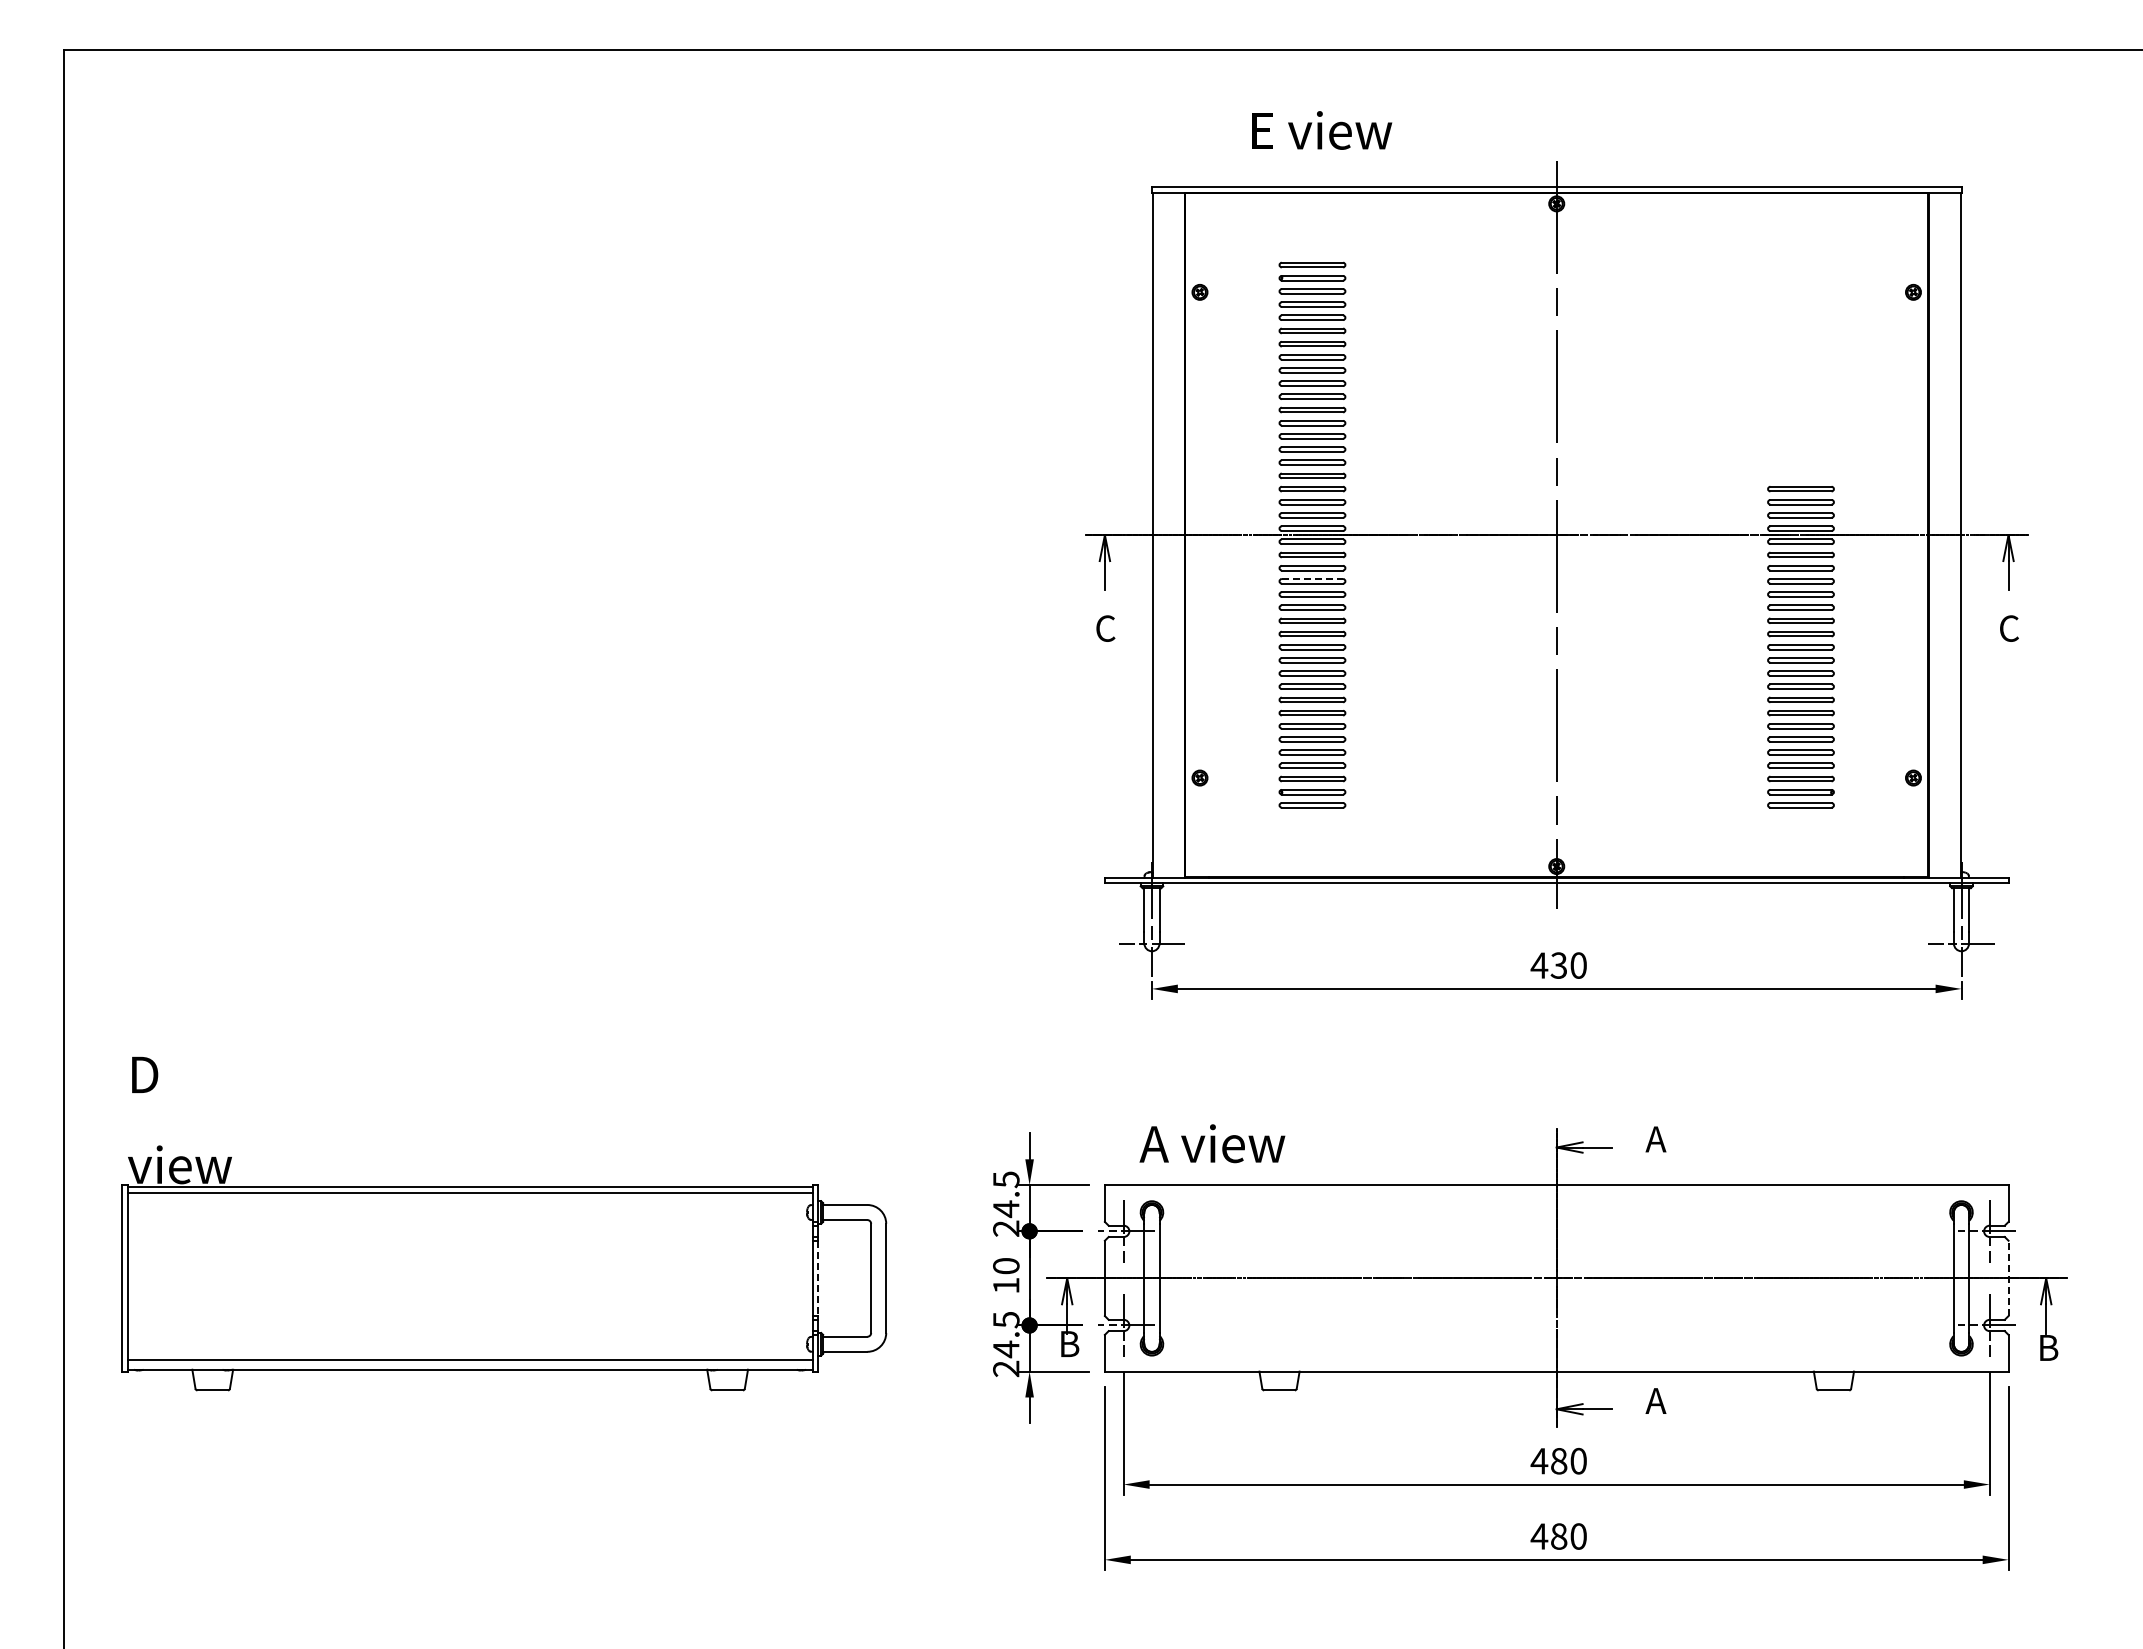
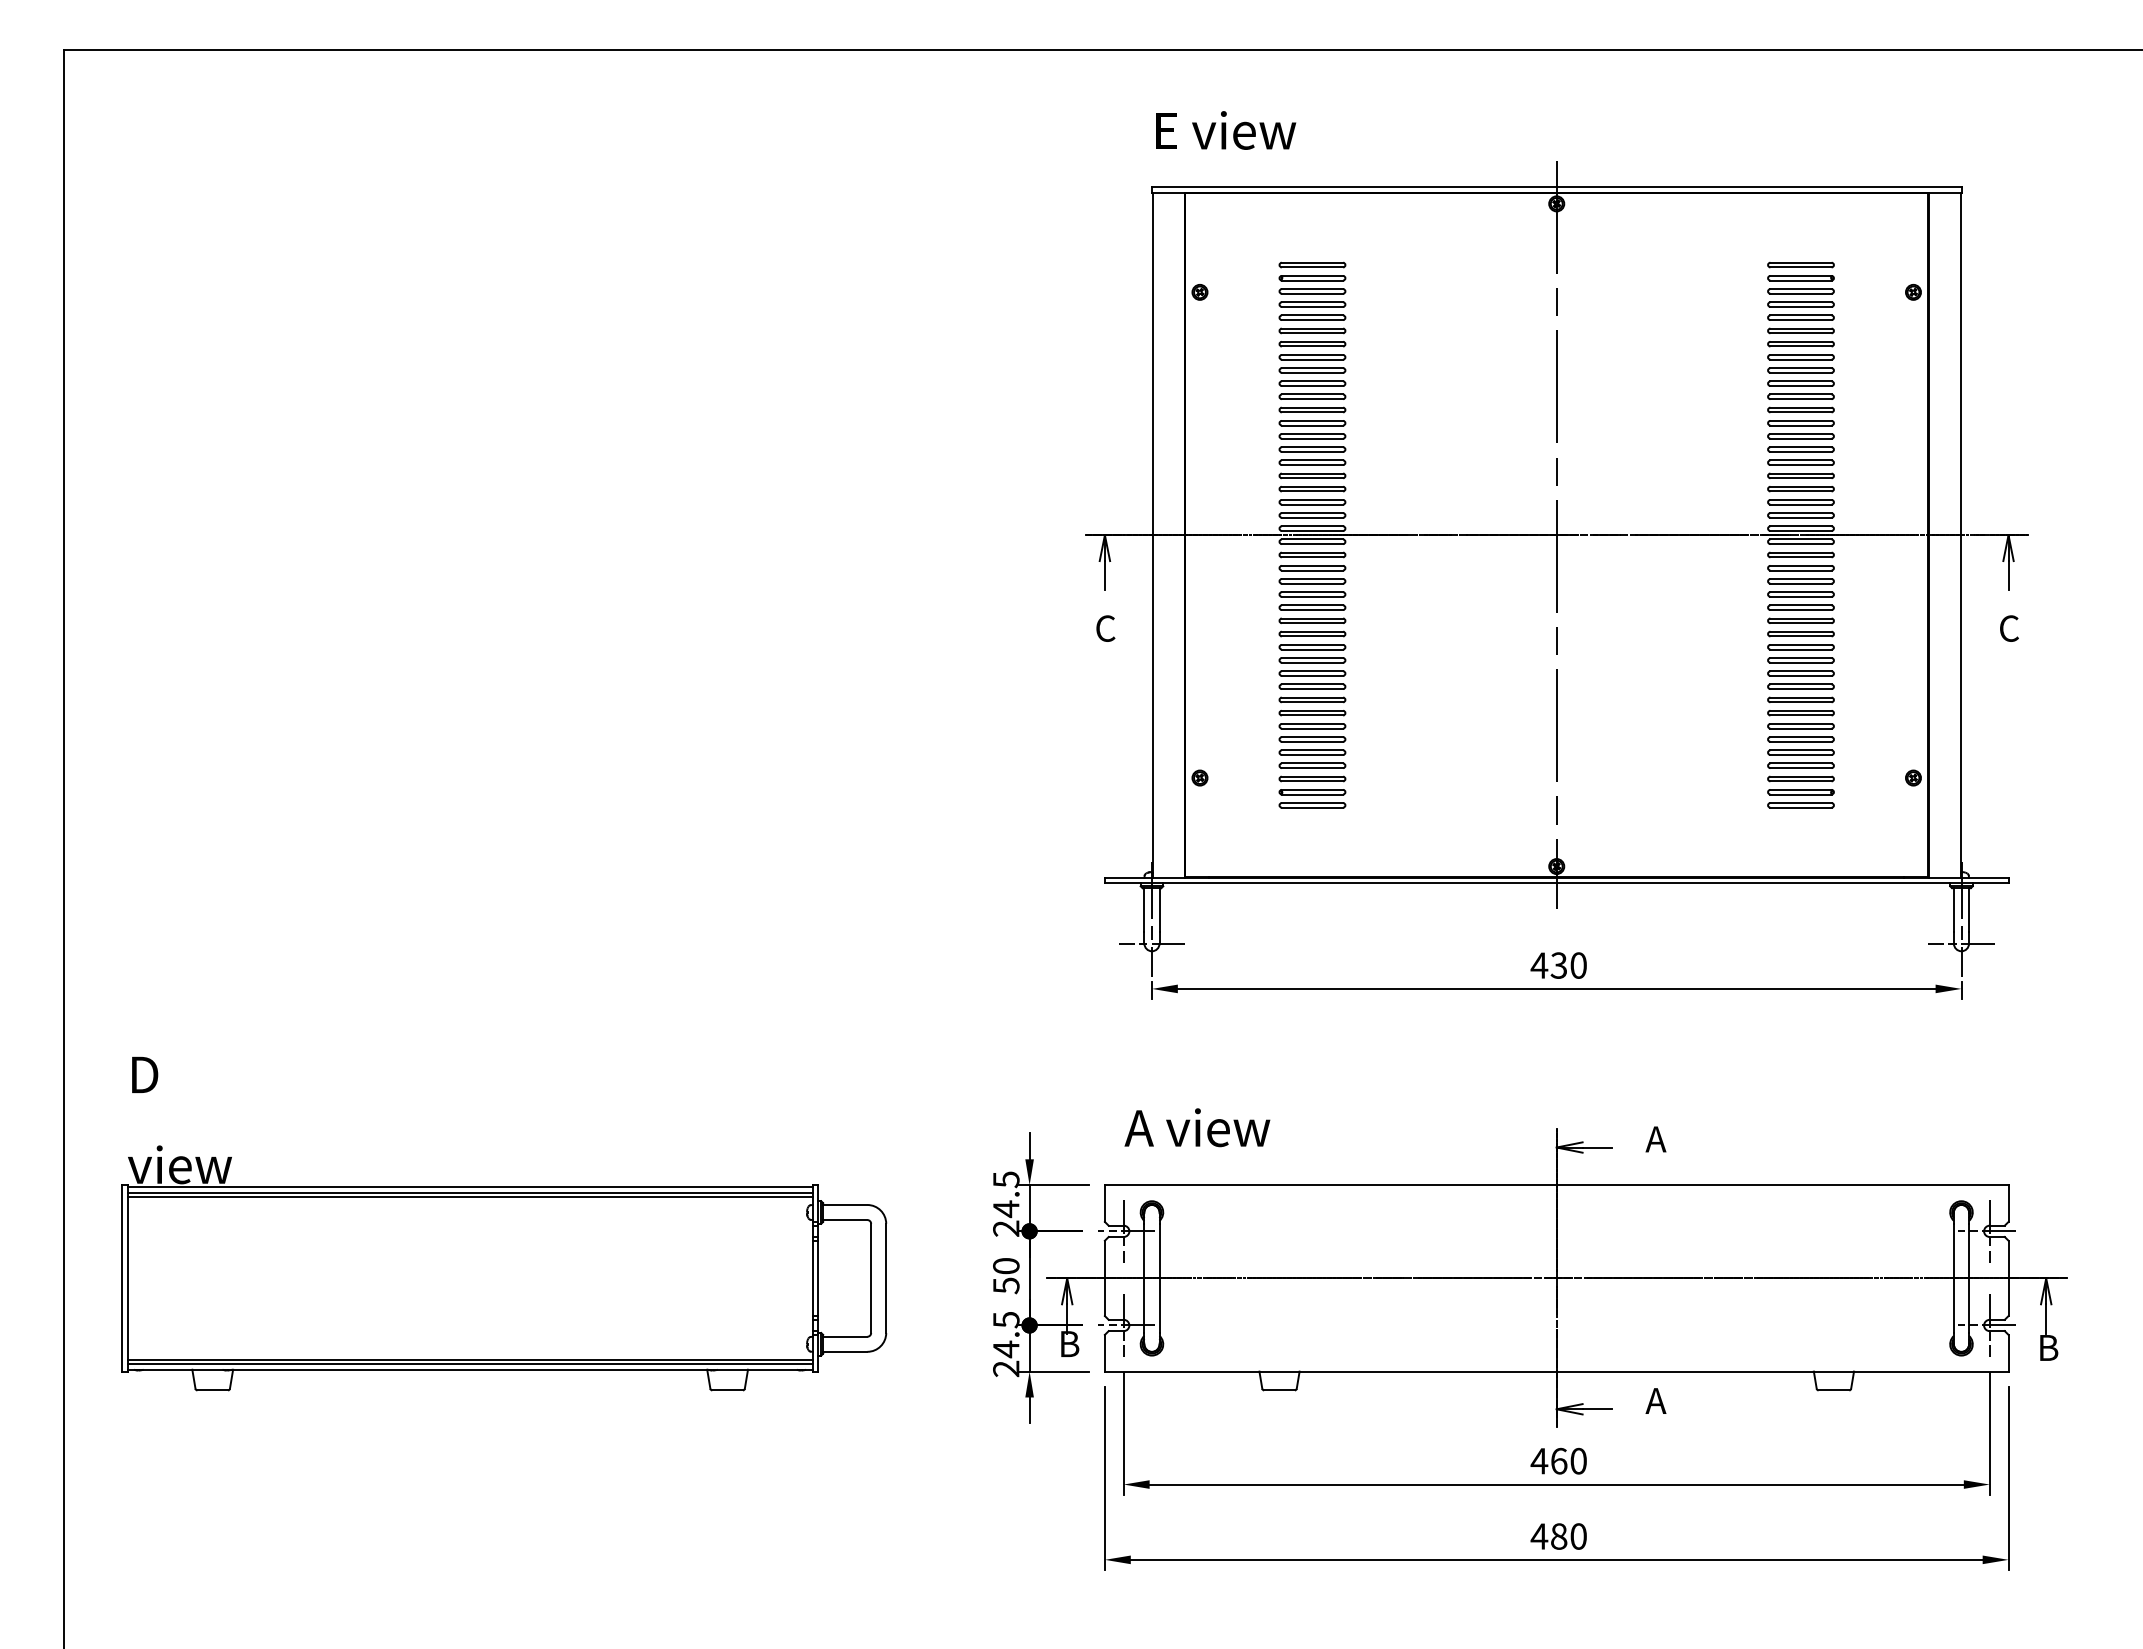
text at (1322, 130) position: (1322, 130) -> (1226, 130)
part at (1800, 369): none -> present
line at (1312, 578): dashed -> solid
text at (1212, 1143) position: (1212, 1143) -> (1197, 1127)
line at (469, 1196): none -> present
line at (818, 1278): dashed -> solid
line at (2008, 1278): dashed -> solid
text at (1006, 1285): 10 -> 50
line at (469, 1364): none -> present
text at (1559, 1460): 480 -> 460
